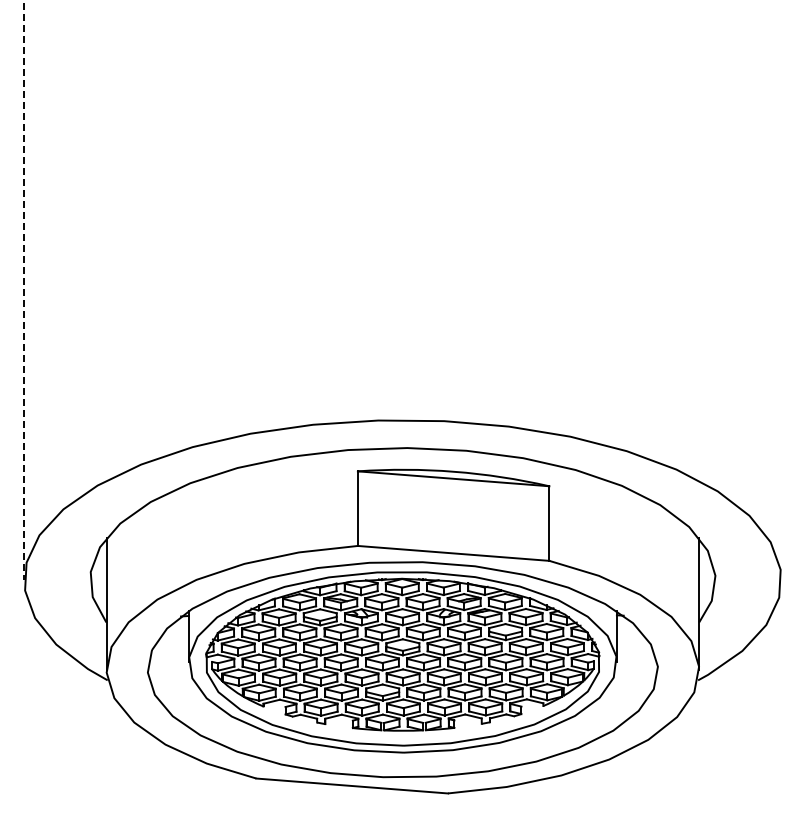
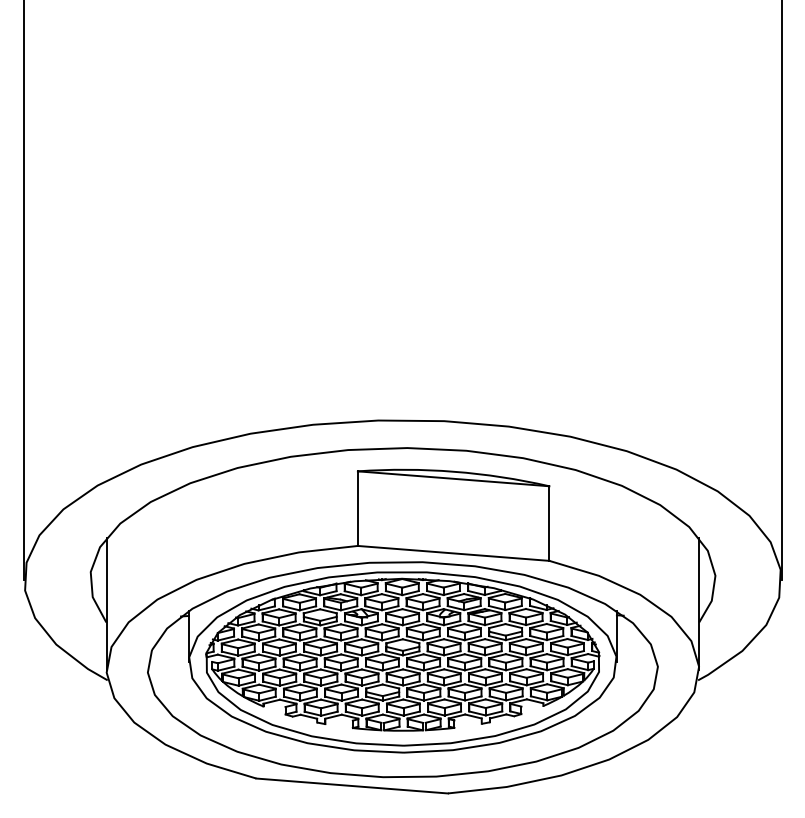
line at (24, 290): dashed -> solid
line at (781, 291): none -> present
